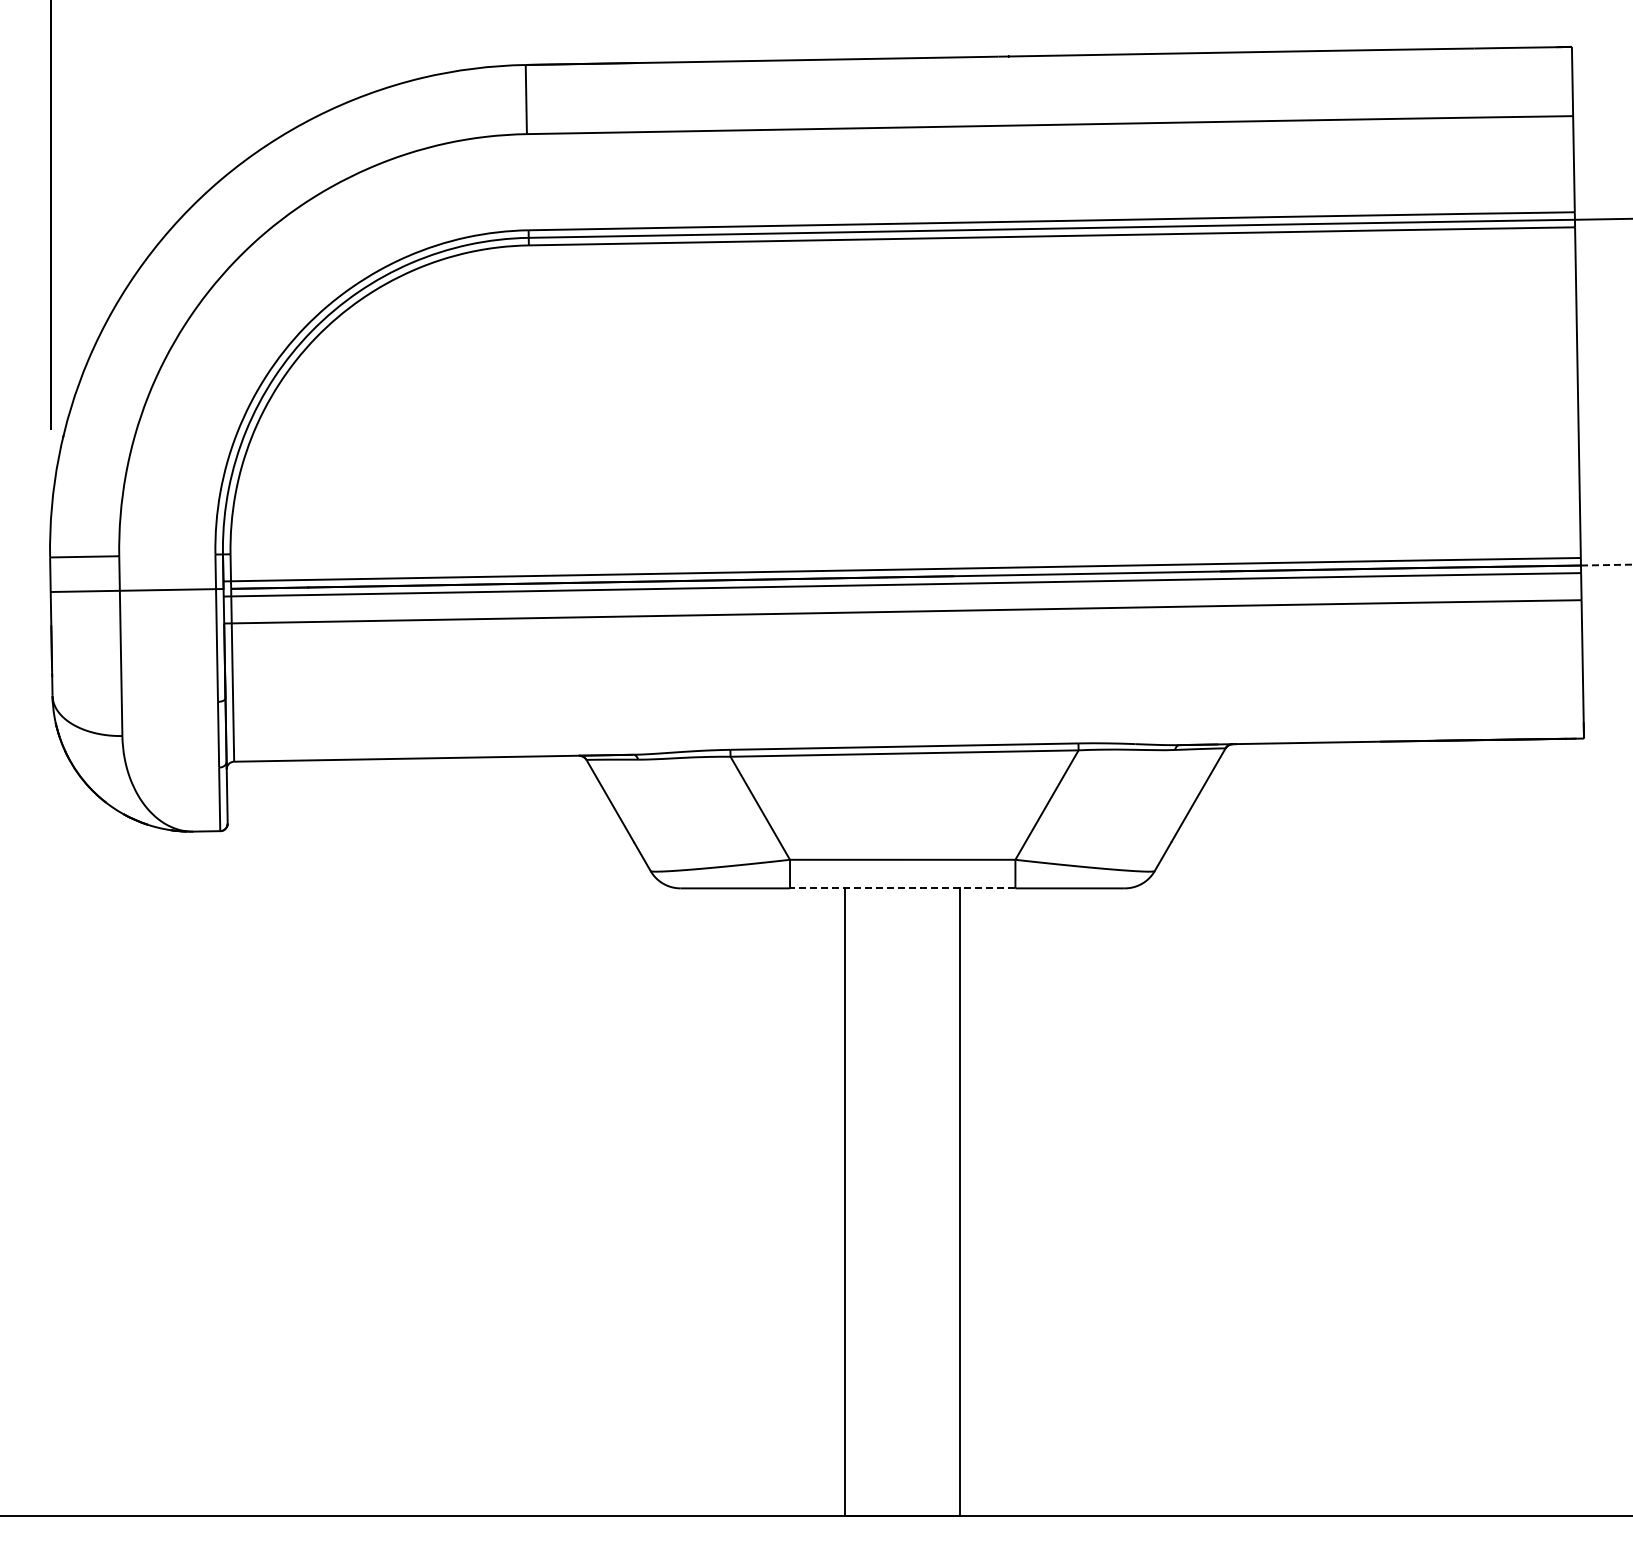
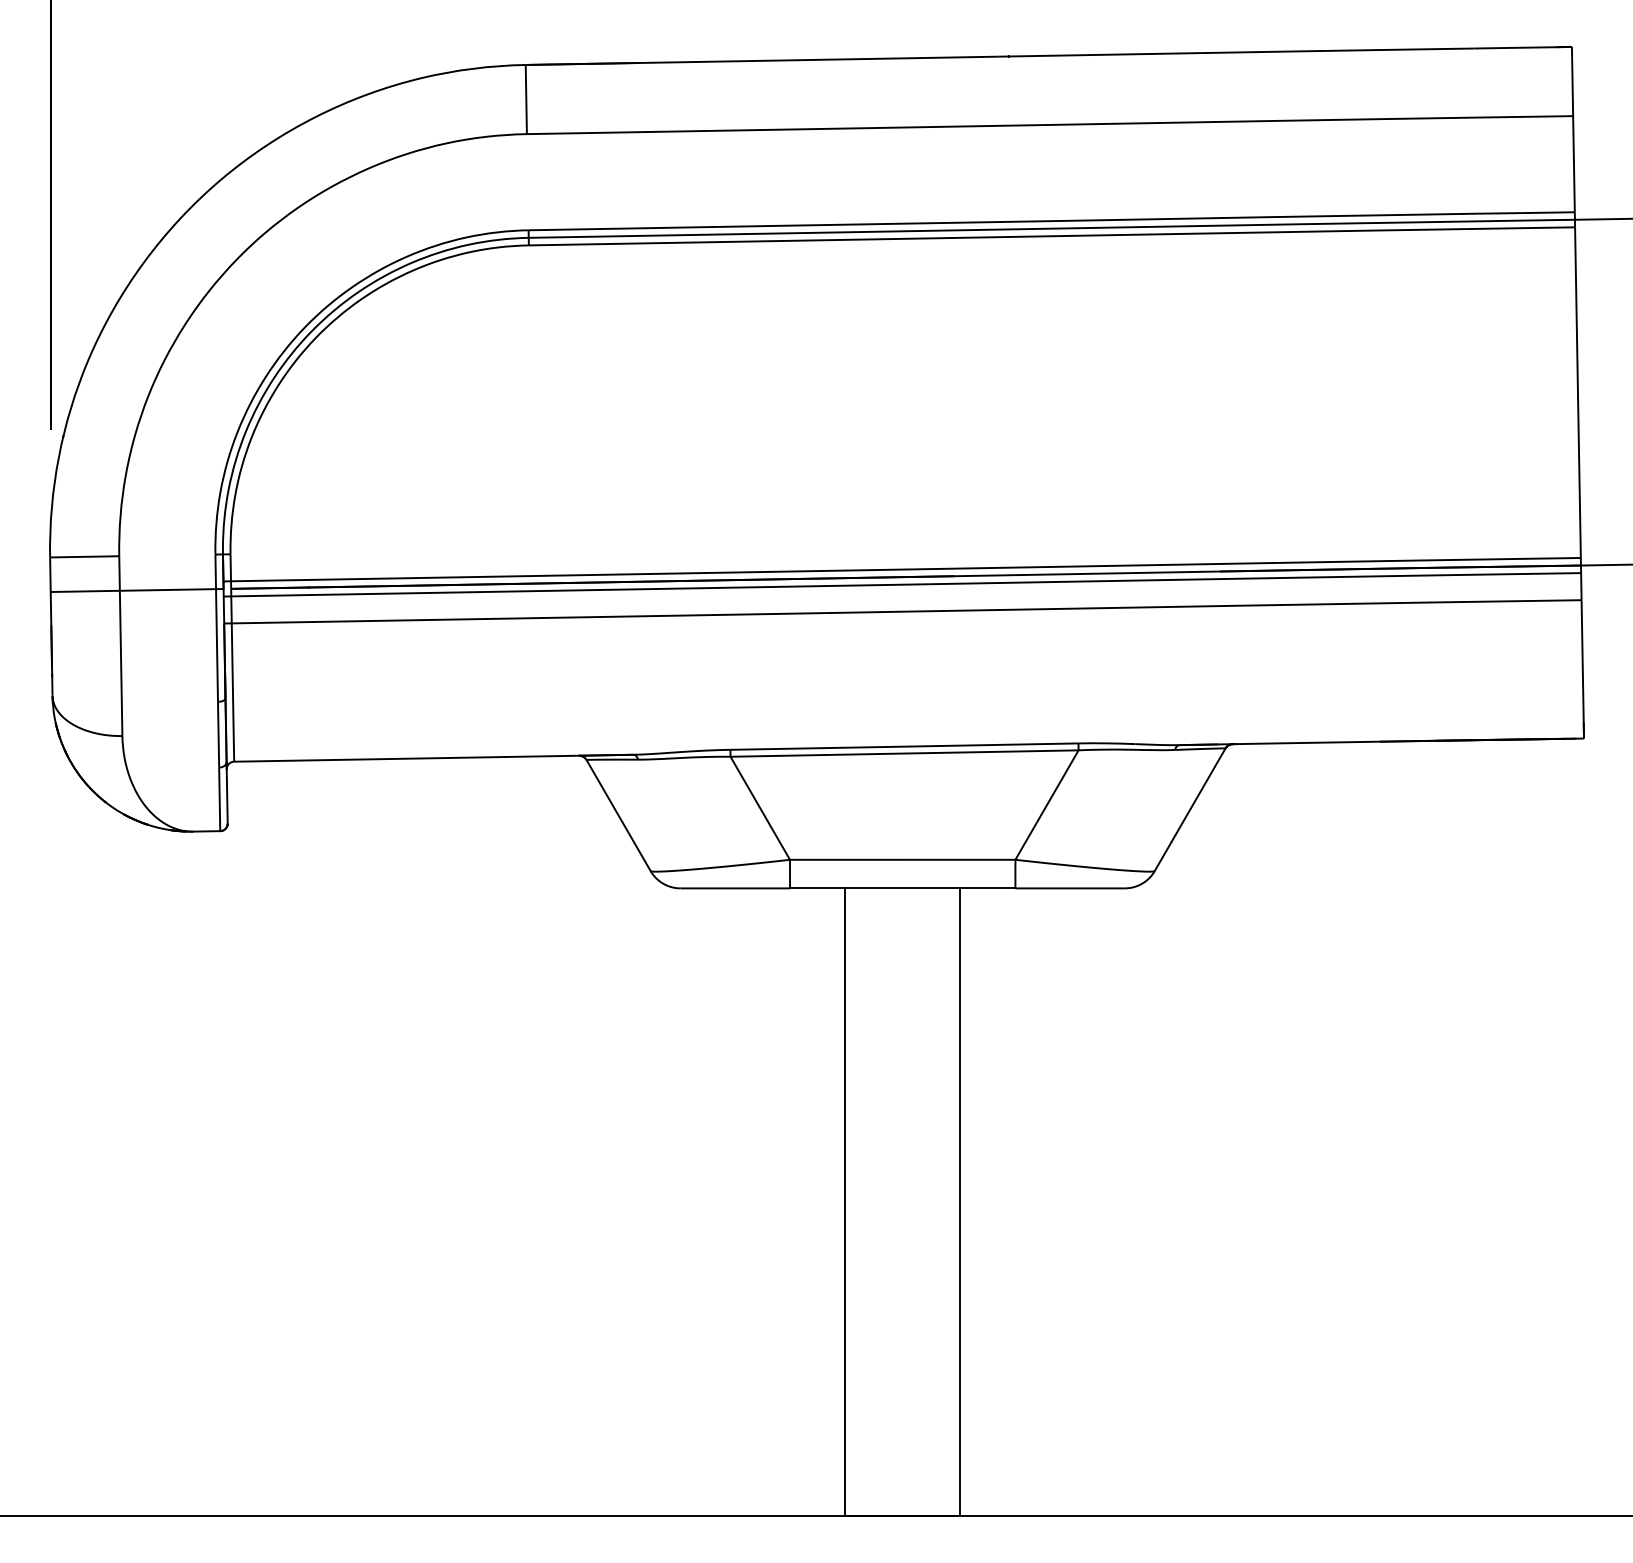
line at (1606, 565): dashed -> solid
line at (902, 888): dashed -> solid
